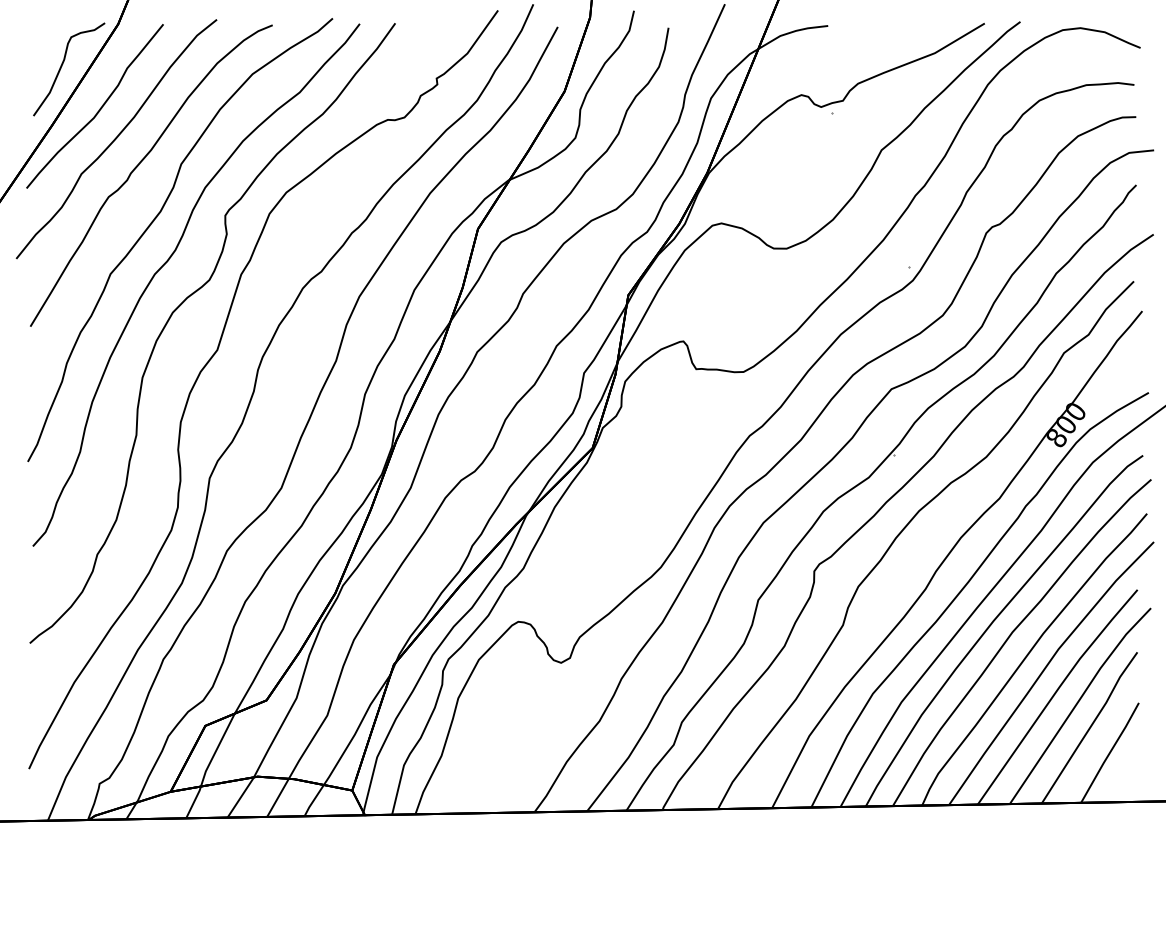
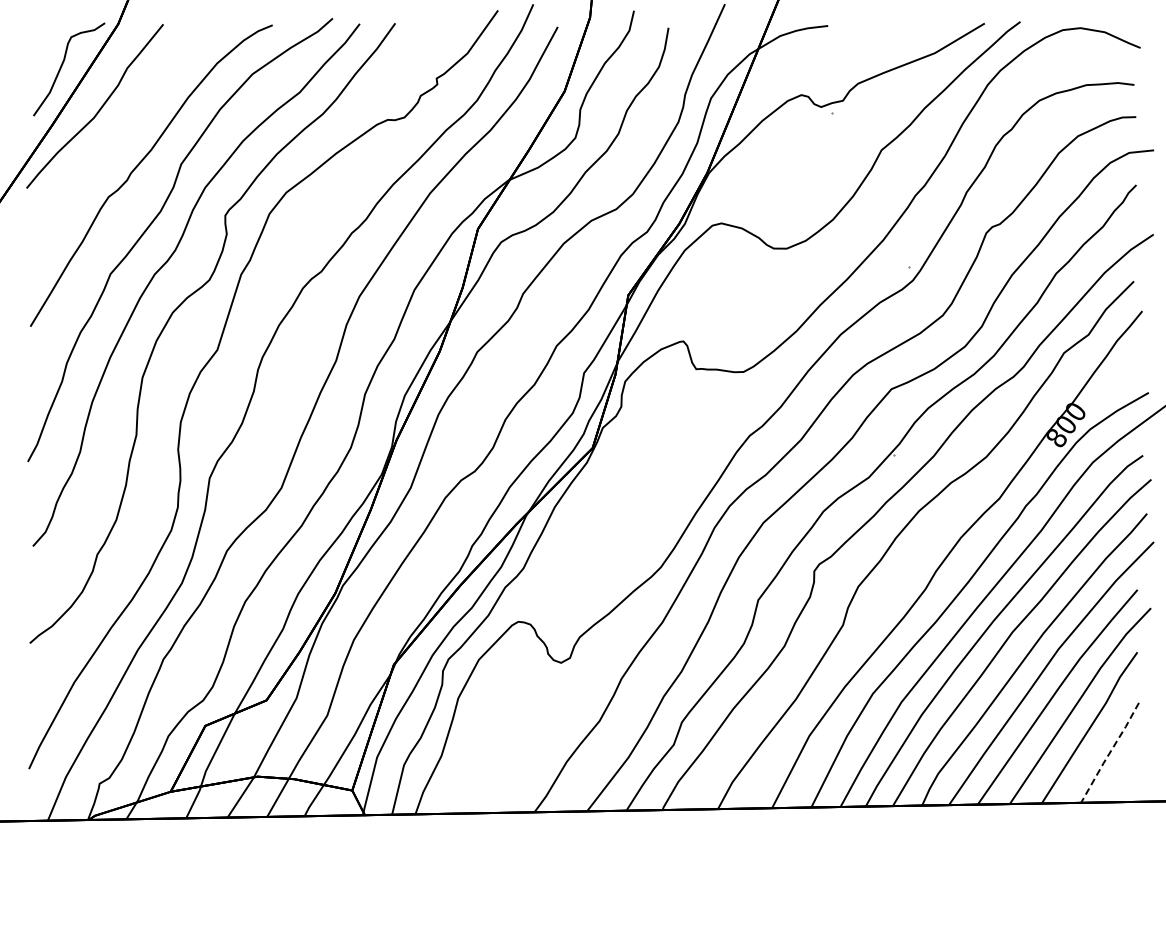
curve at (116, 139): present -> none
line at (1109, 753): solid -> dashed
